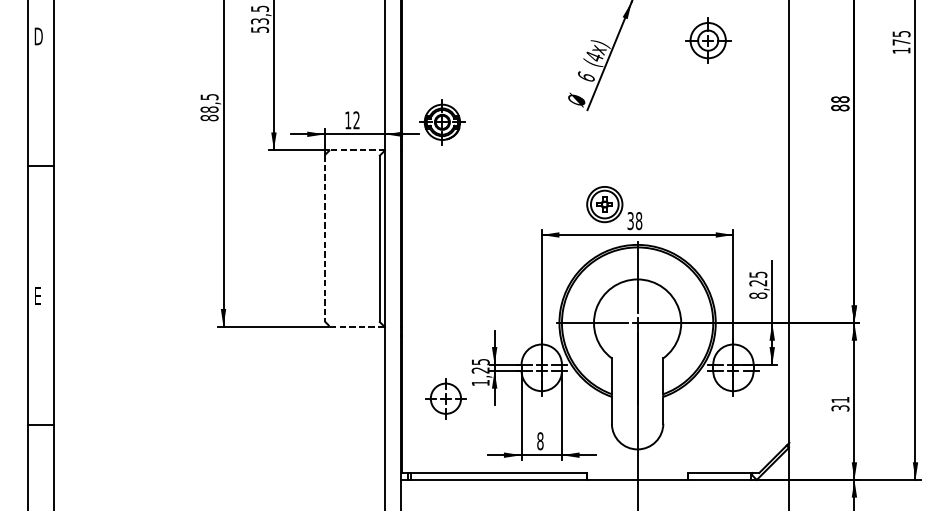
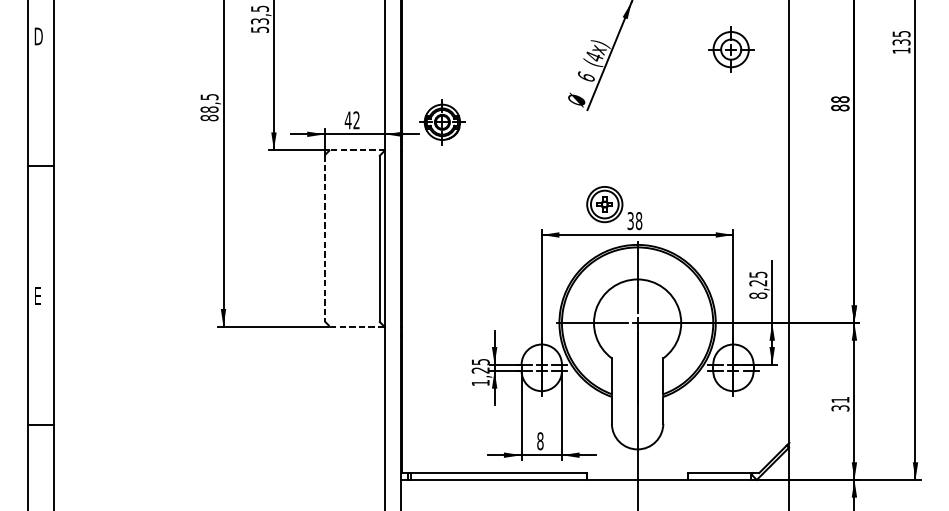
part at (708, 40) position: (708, 40) -> (731, 49)
text at (901, 42): 175 -> 135
text at (347, 120): 12 -> 42
part at (445, 398): present -> none
